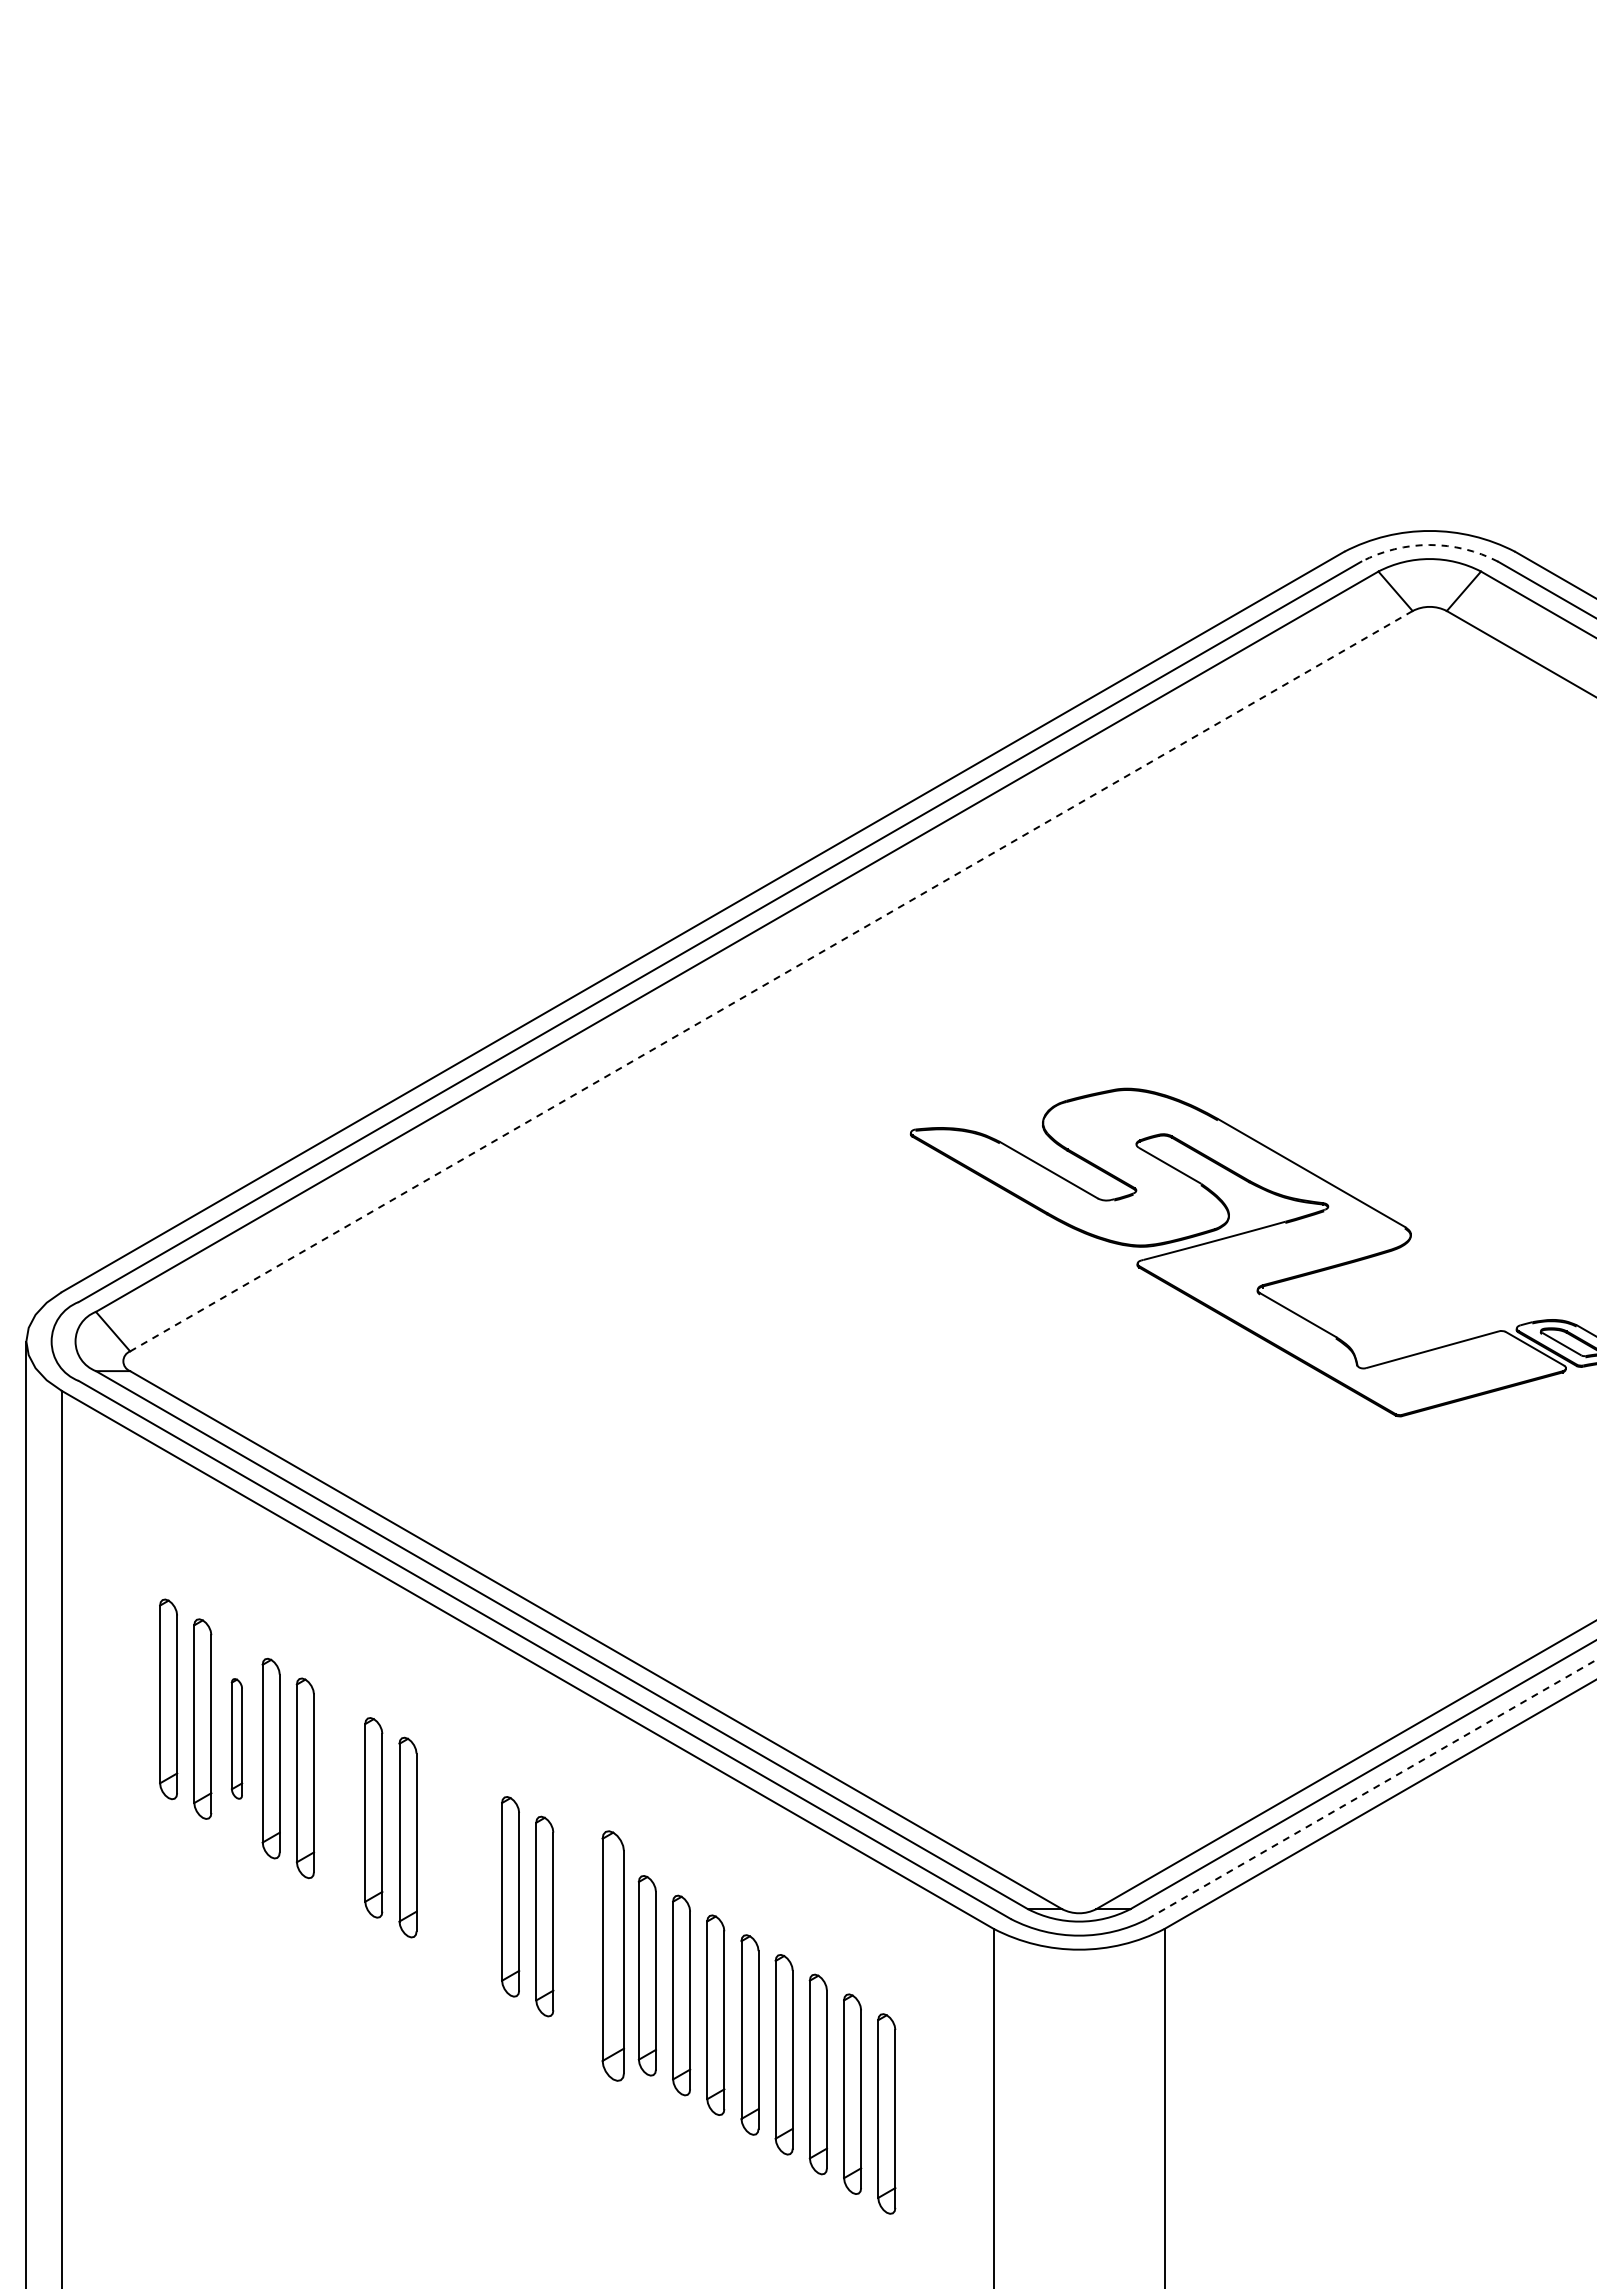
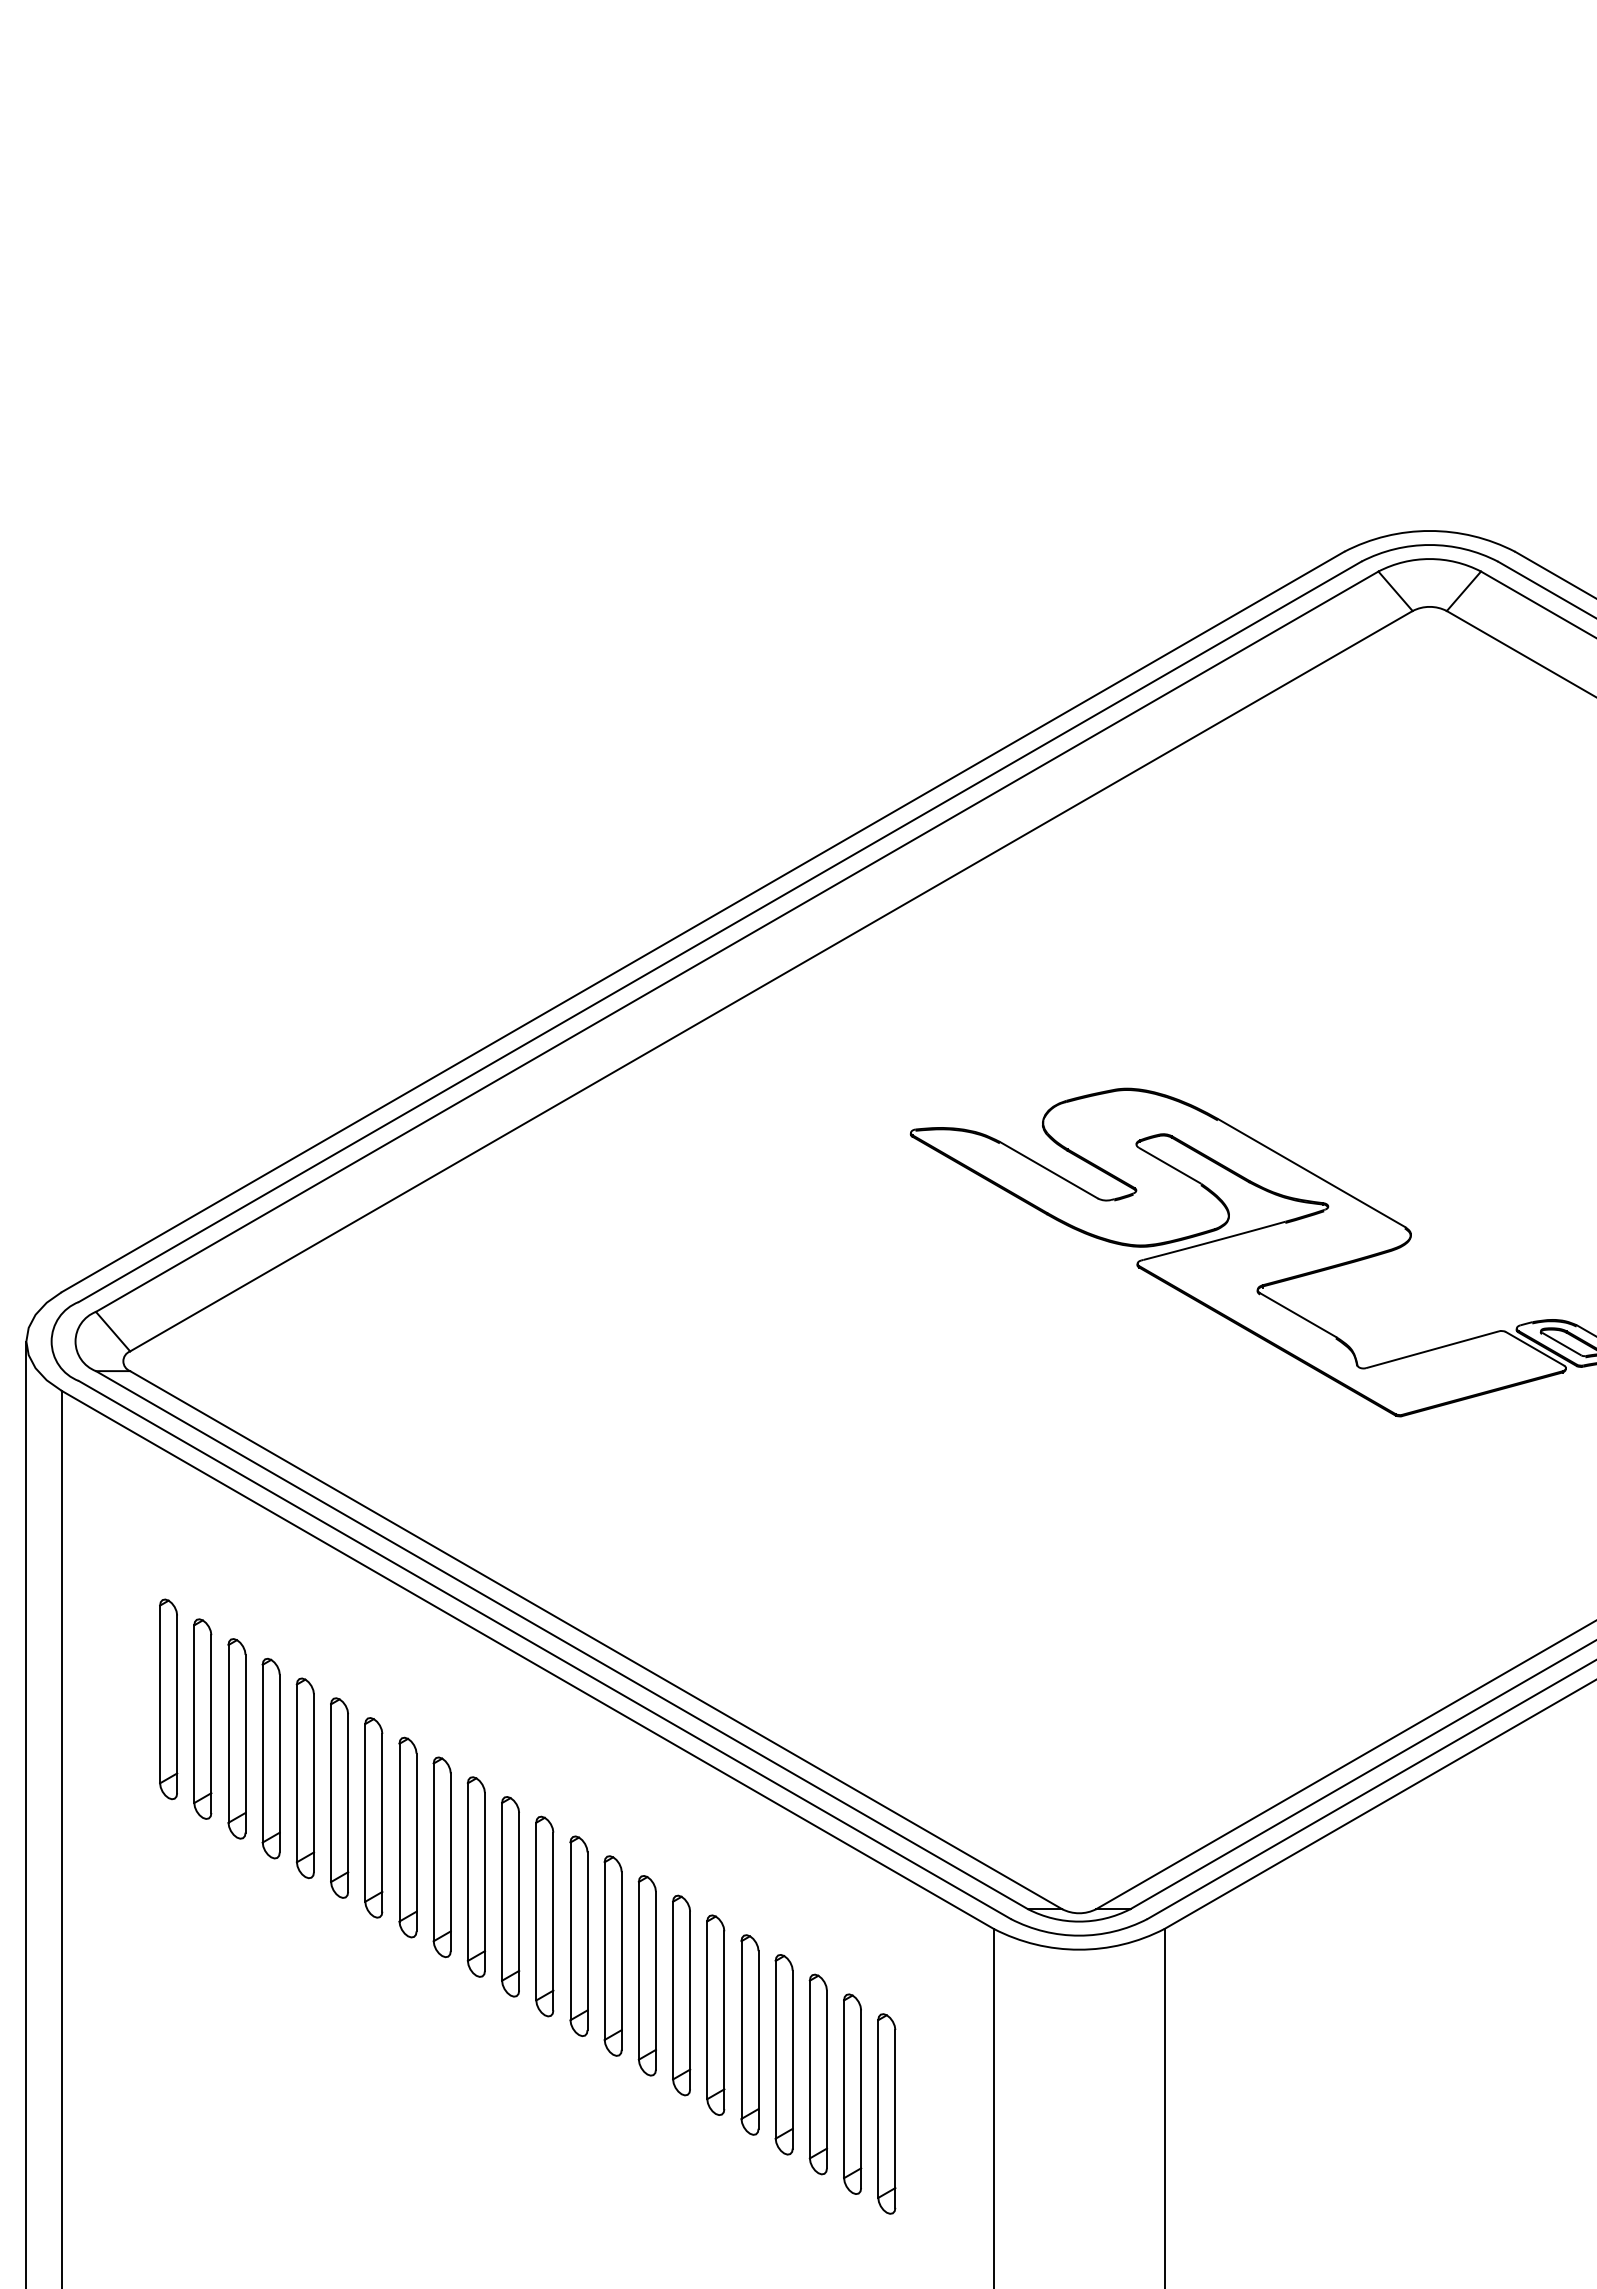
arc at (1429, 545): dashed -> solid
line at (770, 981): dashed -> solid
part at (236, 1738) size: 14x122 px -> 20x202 px
line at (1371, 1789): dashed -> solid
part at (339, 1797): none -> present
part at (441, 1857): none -> present
part at (475, 1876): none -> present
part at (578, 1935): none -> present
part at (612, 1955) size: 24x252 px -> 20x202 px
